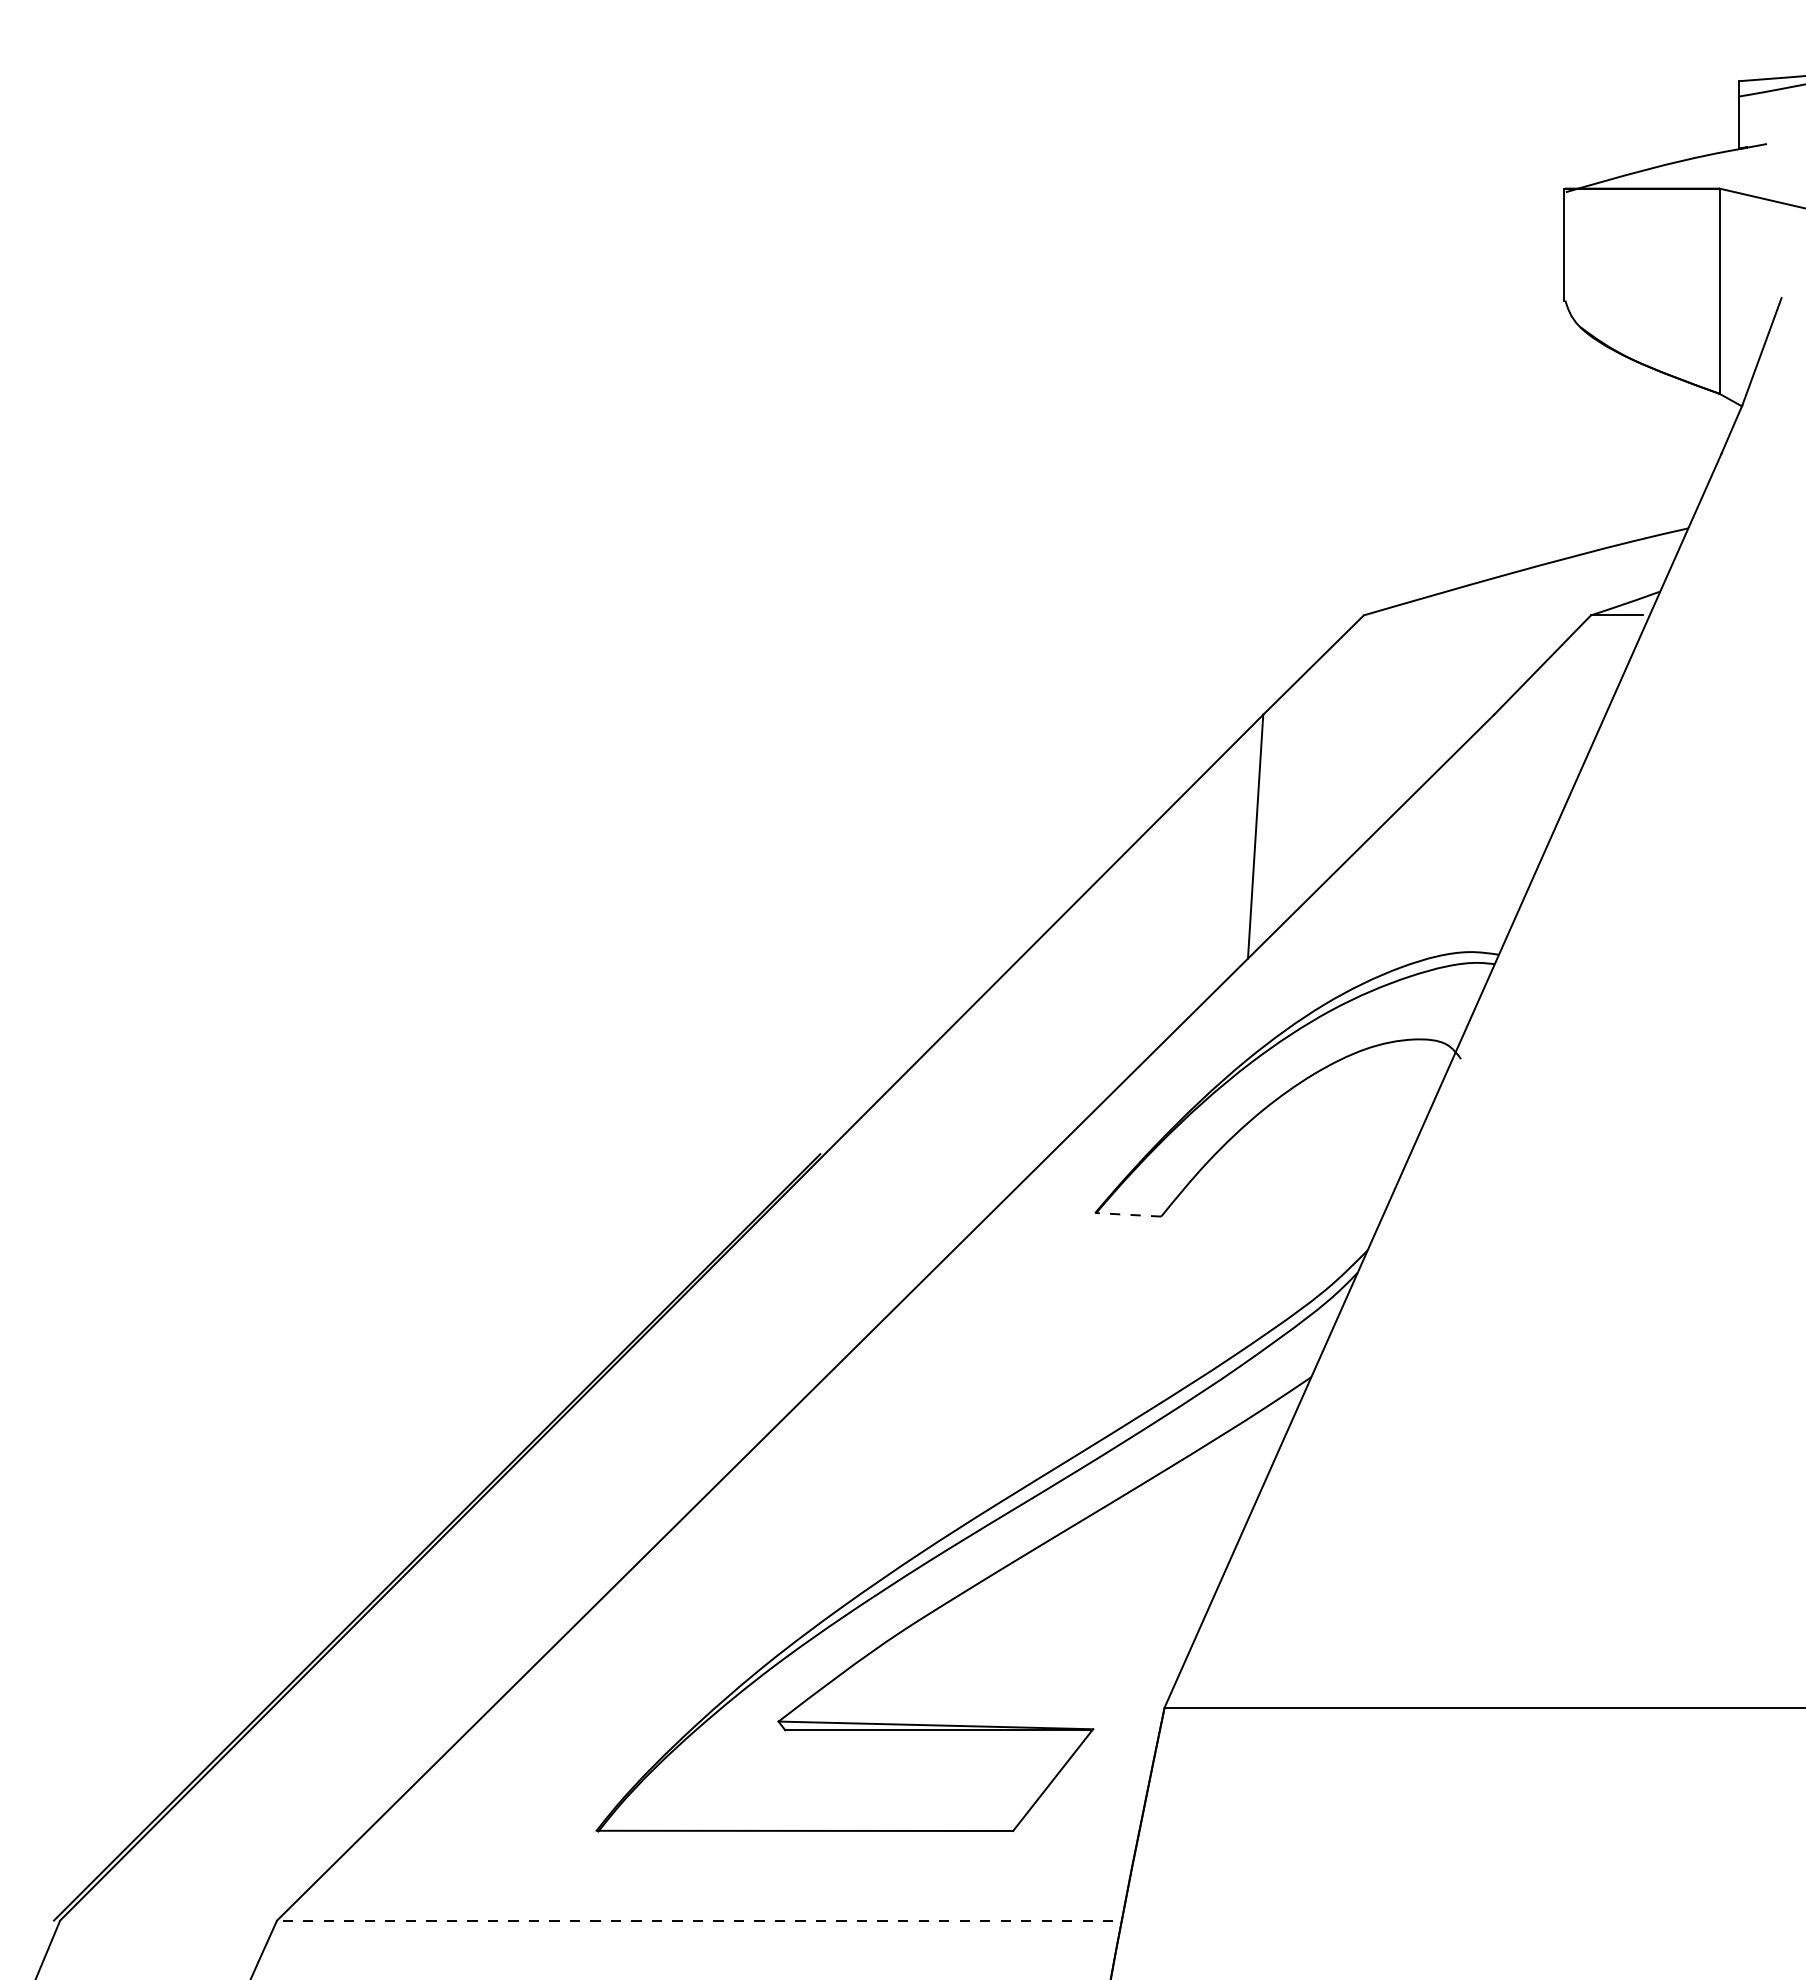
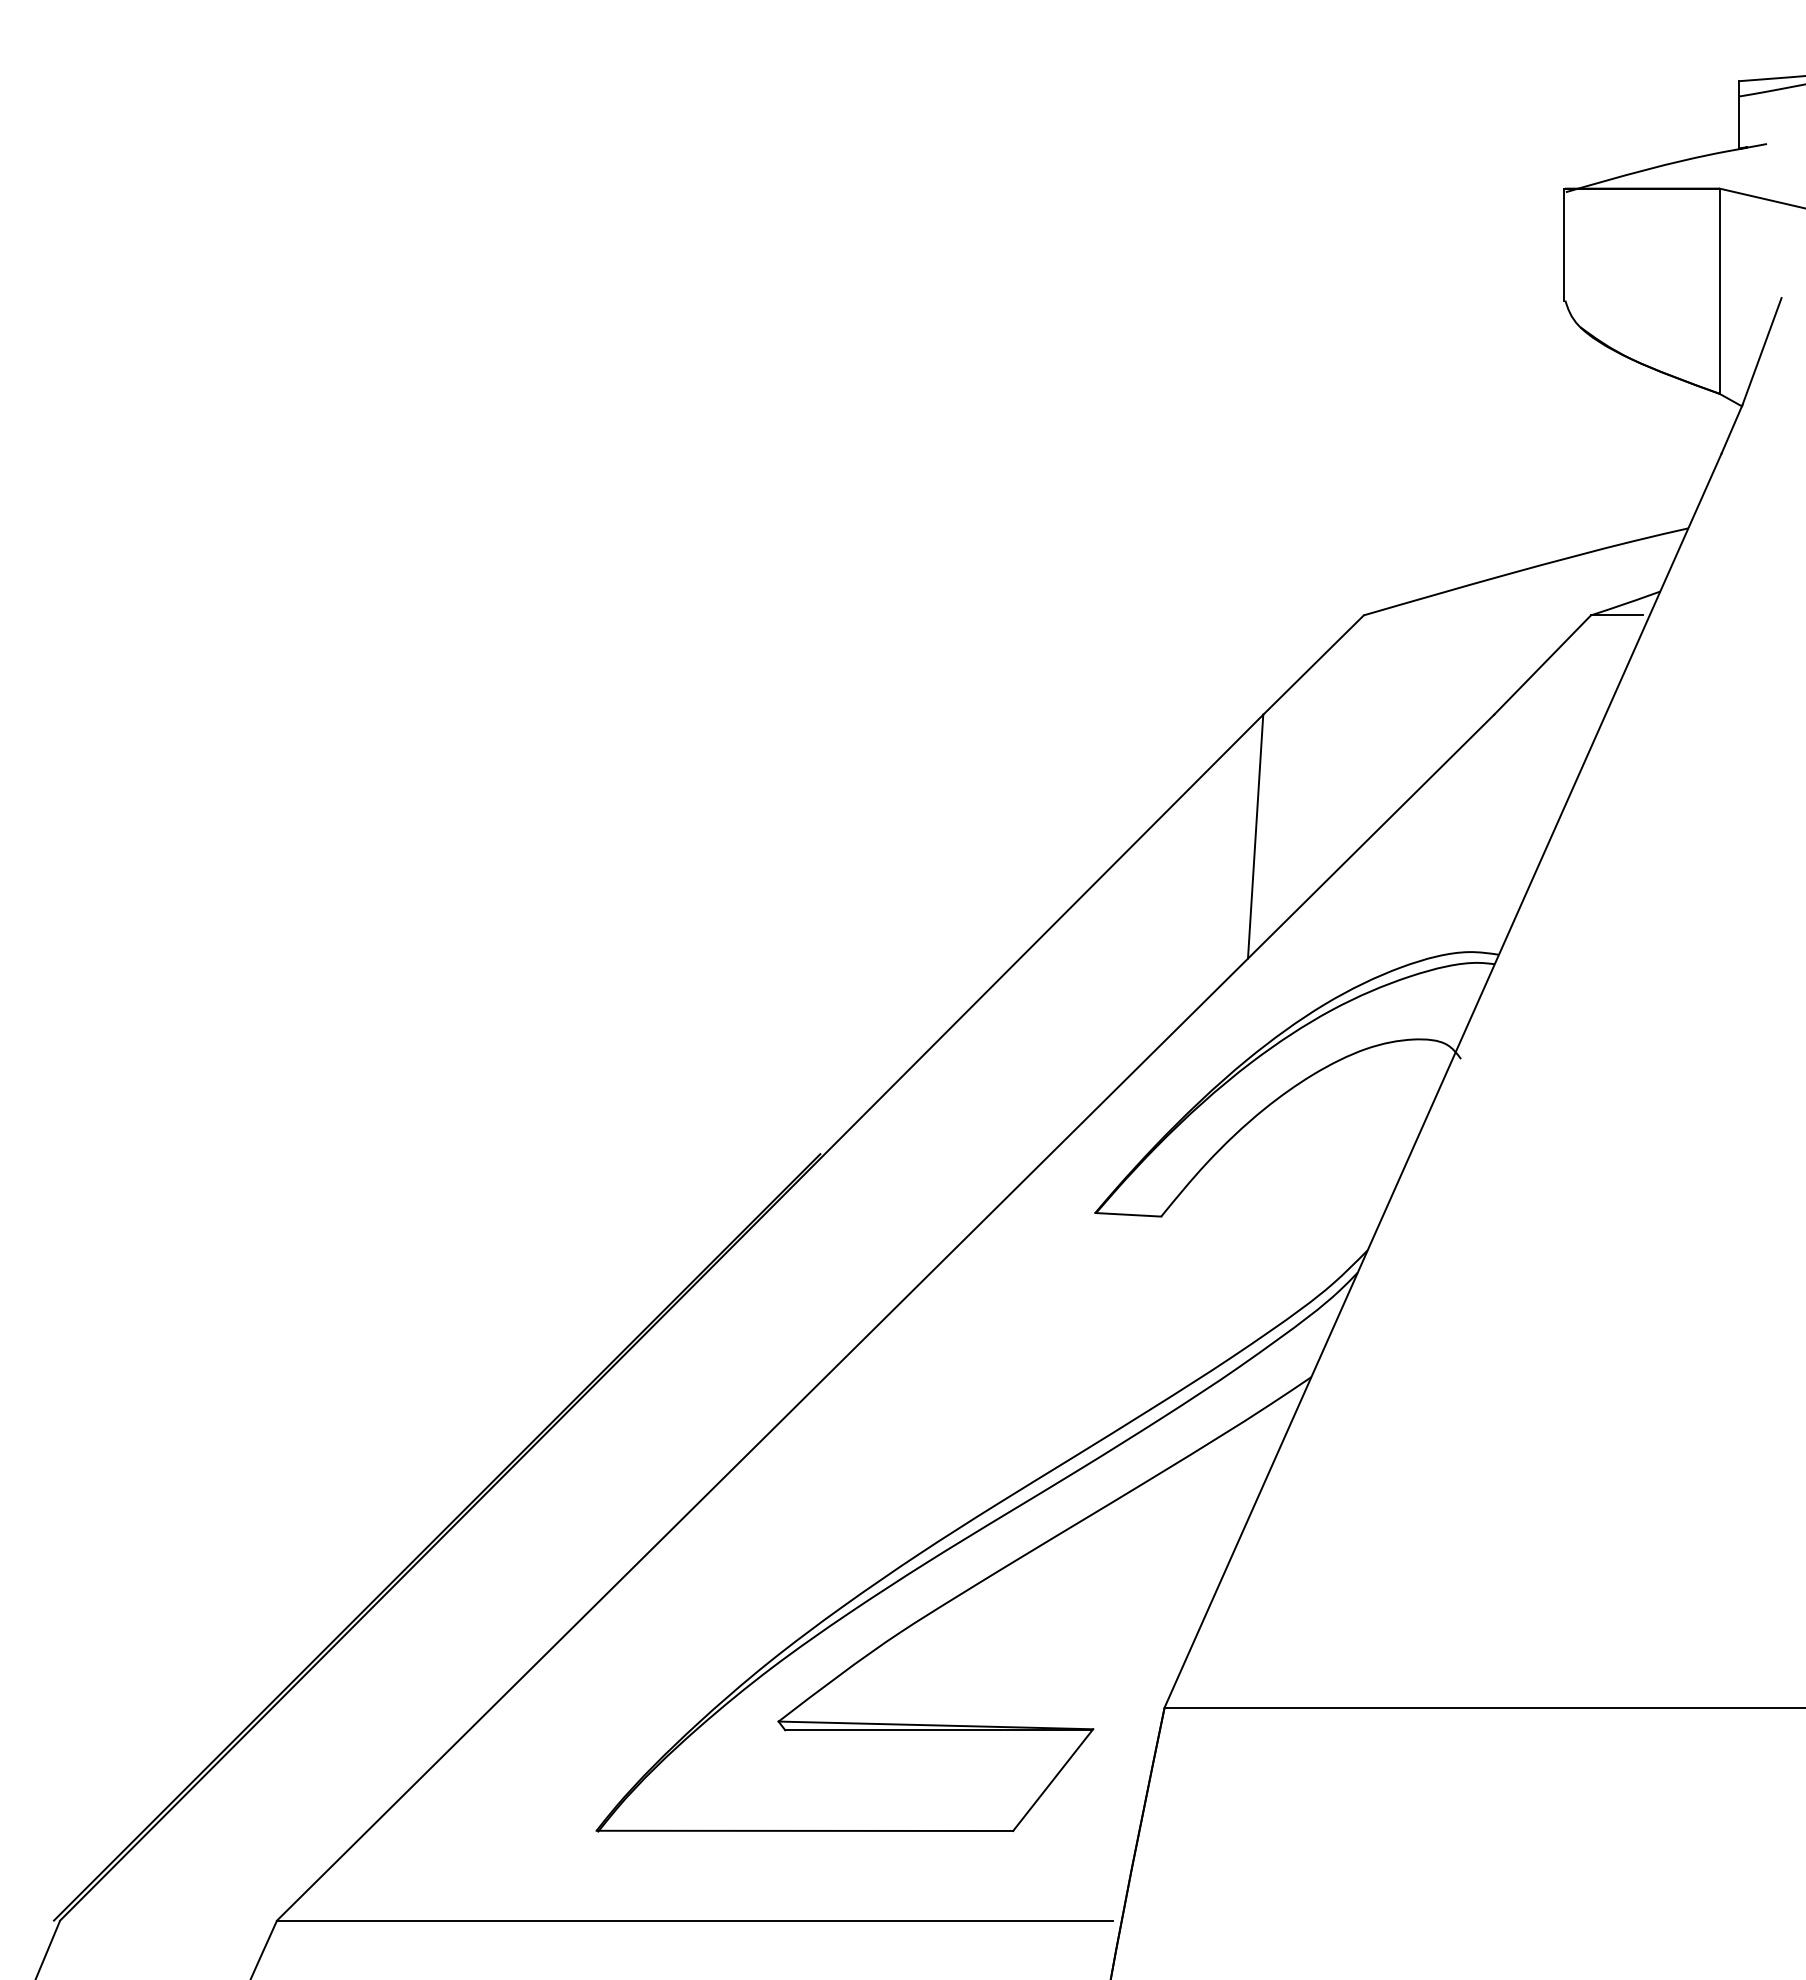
line at (1127, 1214): dashed -> solid
line at (694, 1920): dashed -> solid
